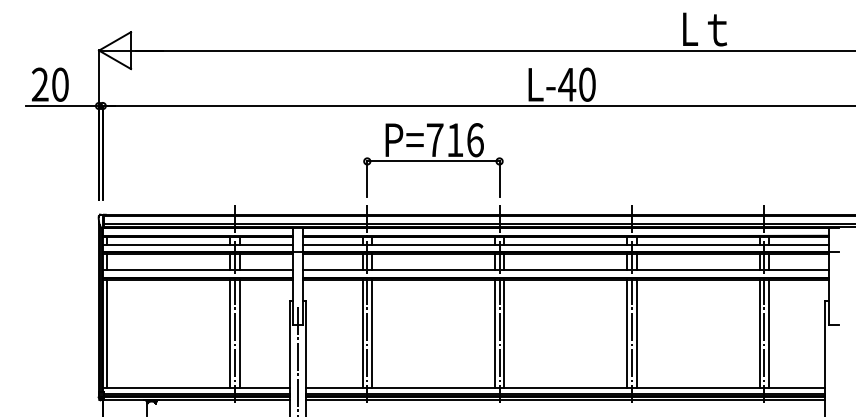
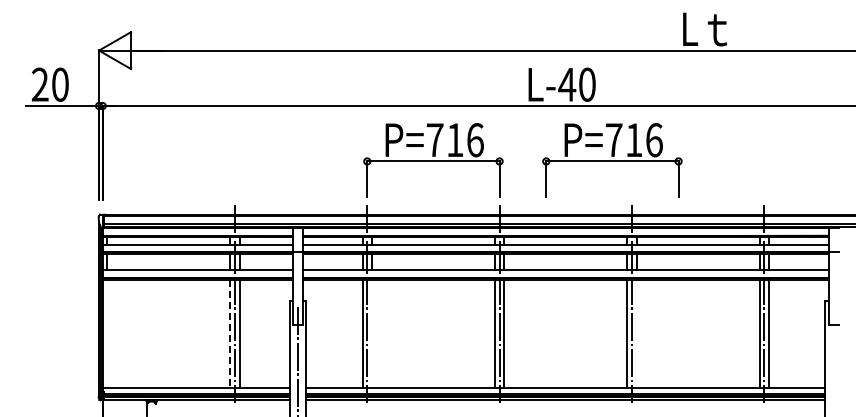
part at (612, 160): none -> present
line at (107, 333): present -> none
line at (371, 333): present -> none
line at (636, 333): present -> none
line at (230, 334): solid -> dashed
